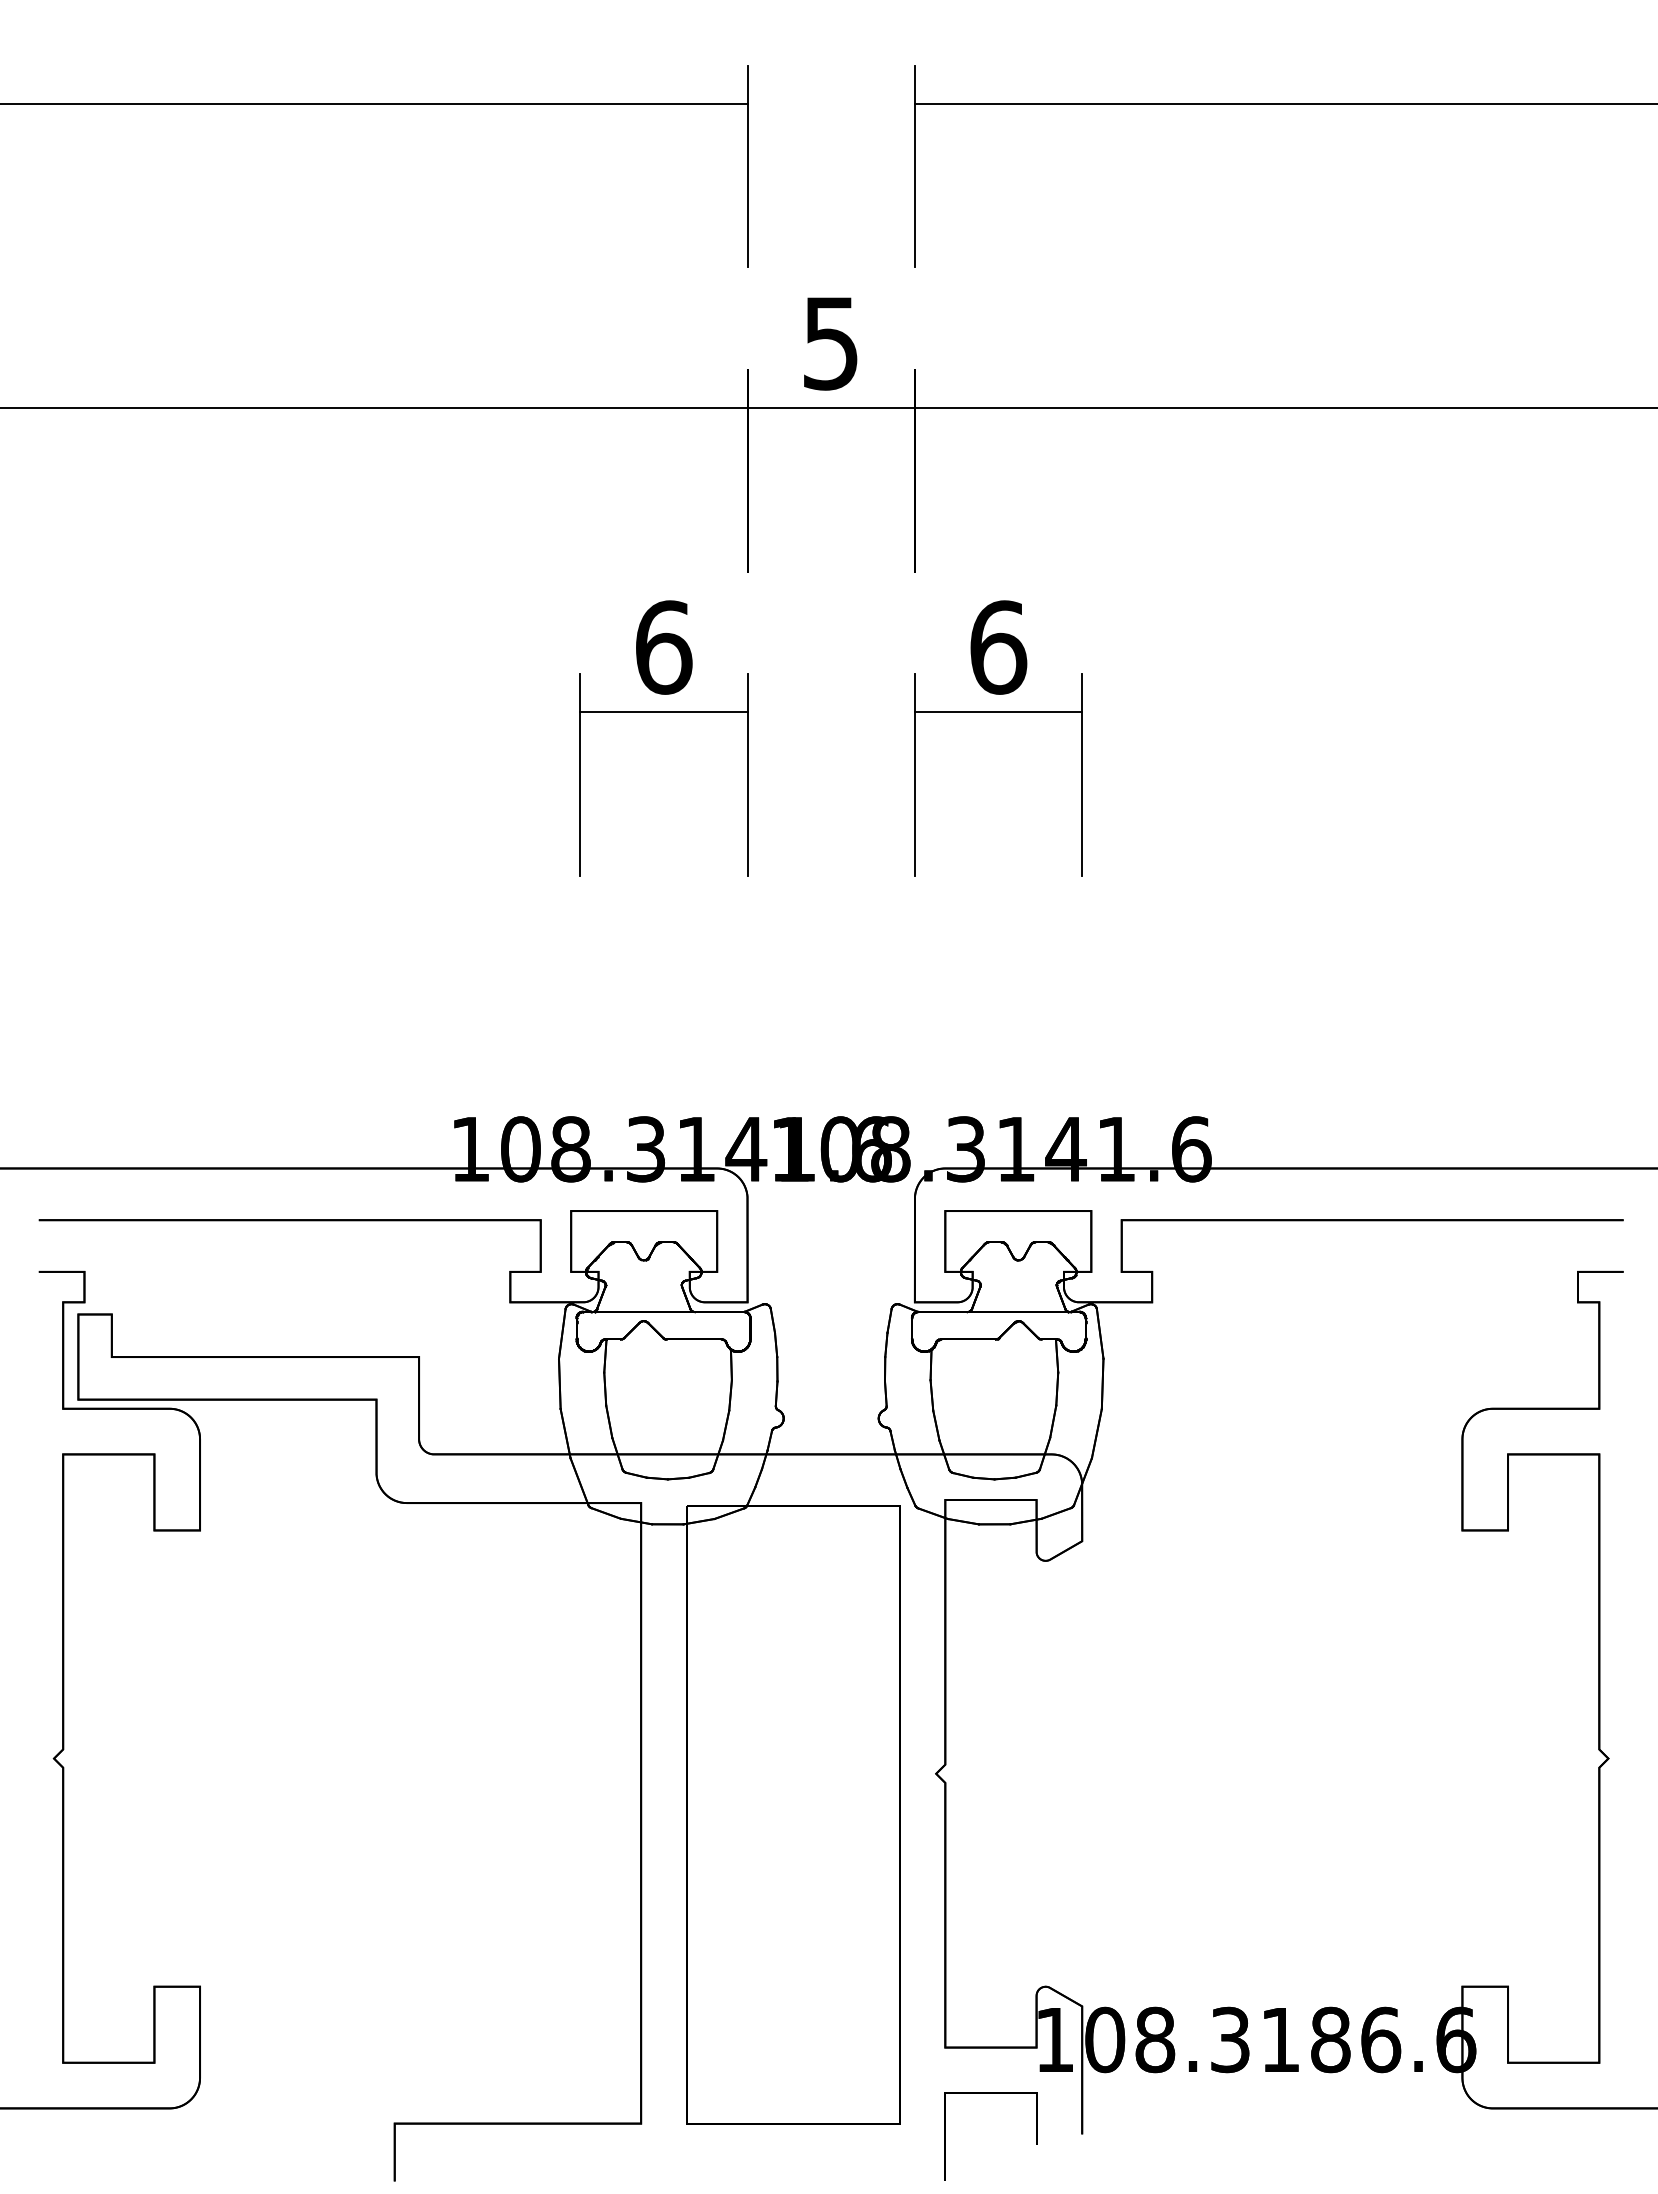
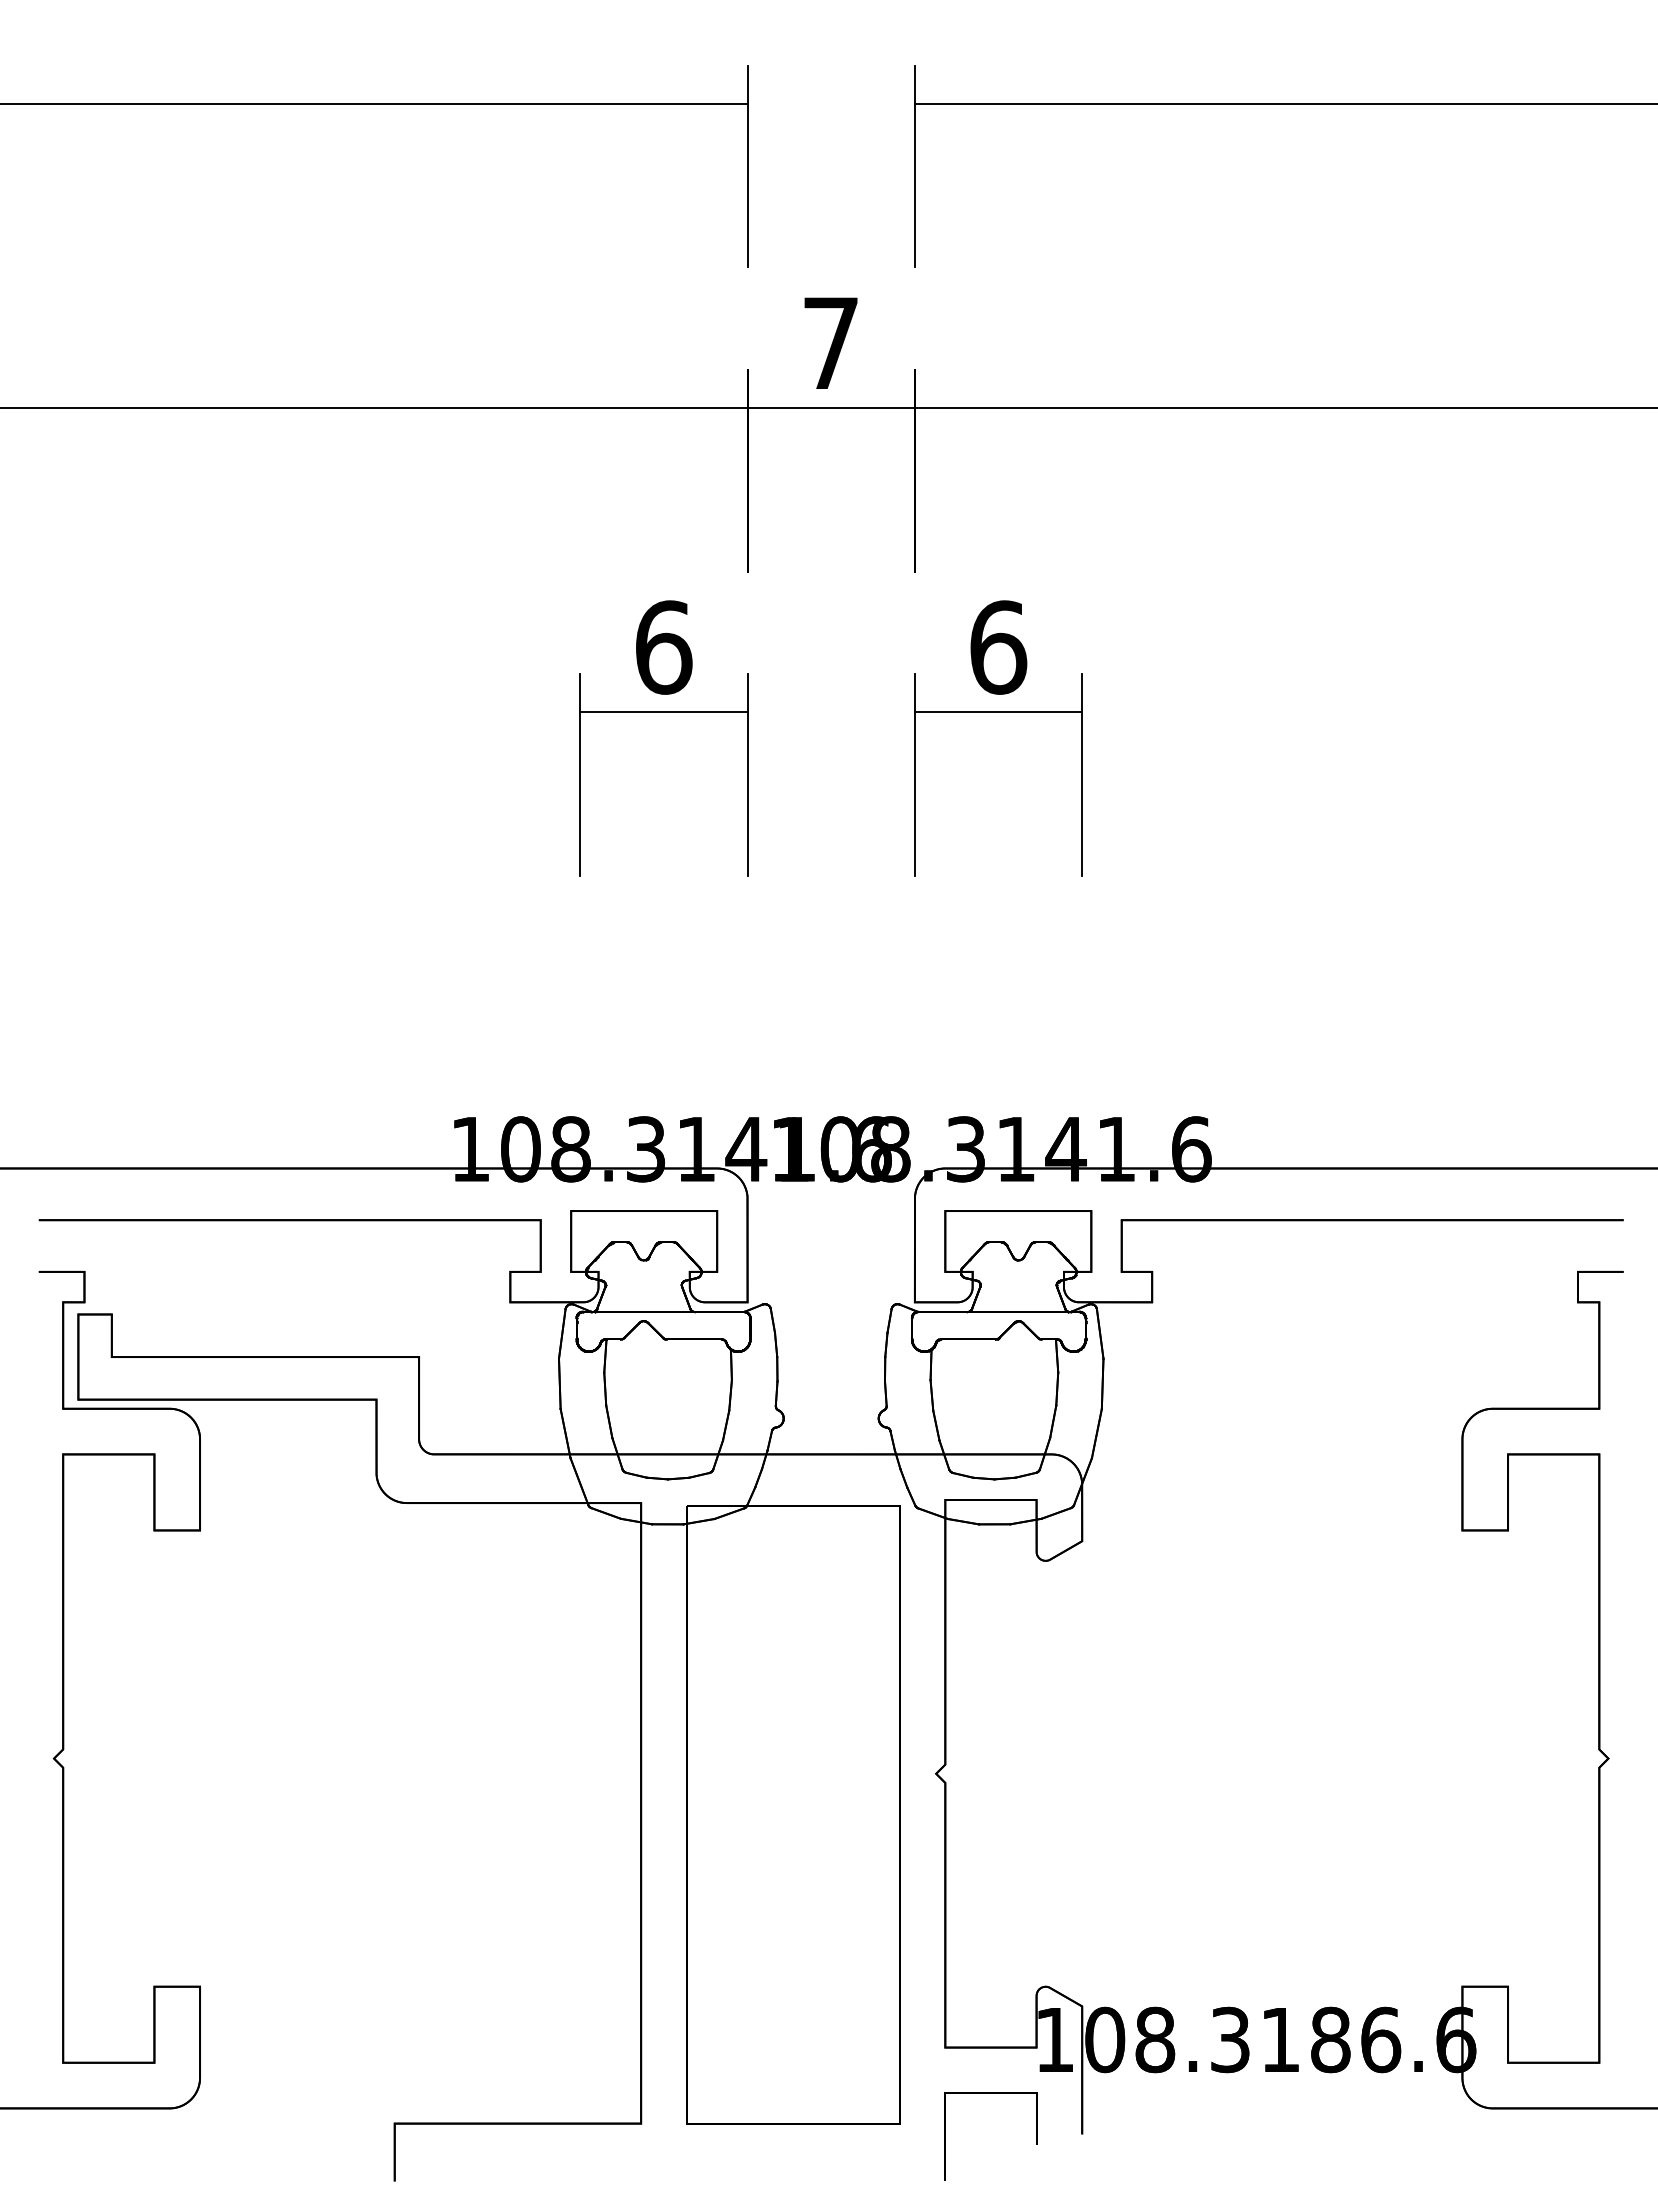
text at (830, 343): 5 -> 7
